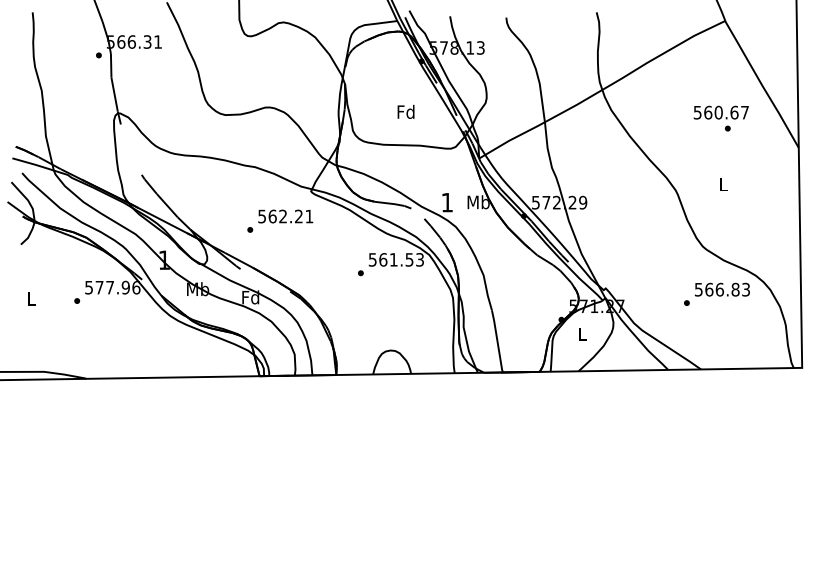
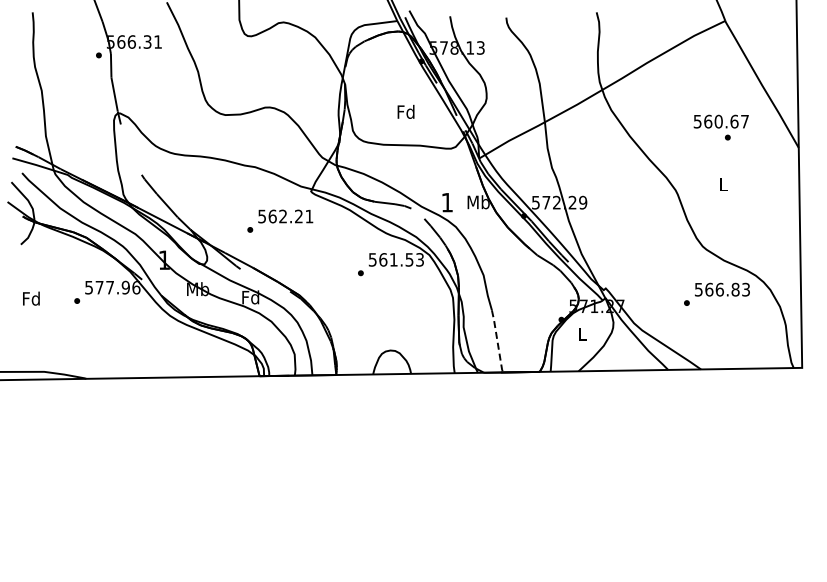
text at (720, 118) position: (720, 118) -> (720, 127)
text at (31, 298): L -> Fd
line at (497, 341): solid -> dashed
